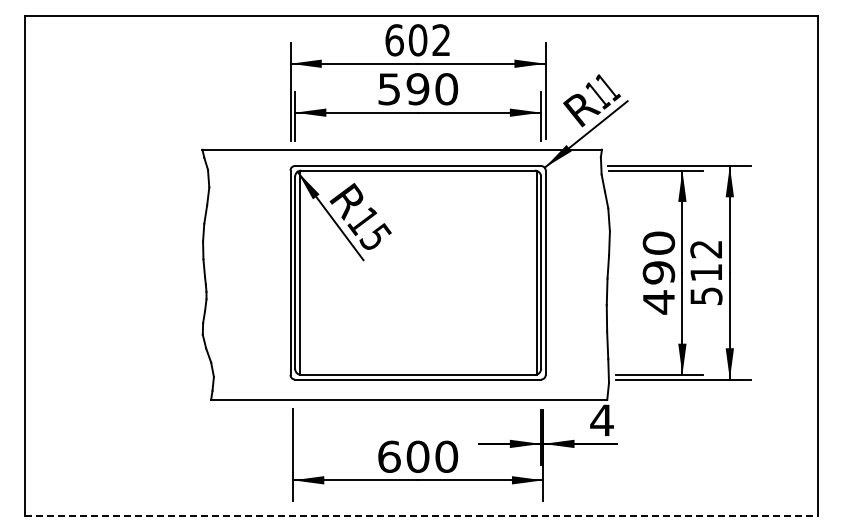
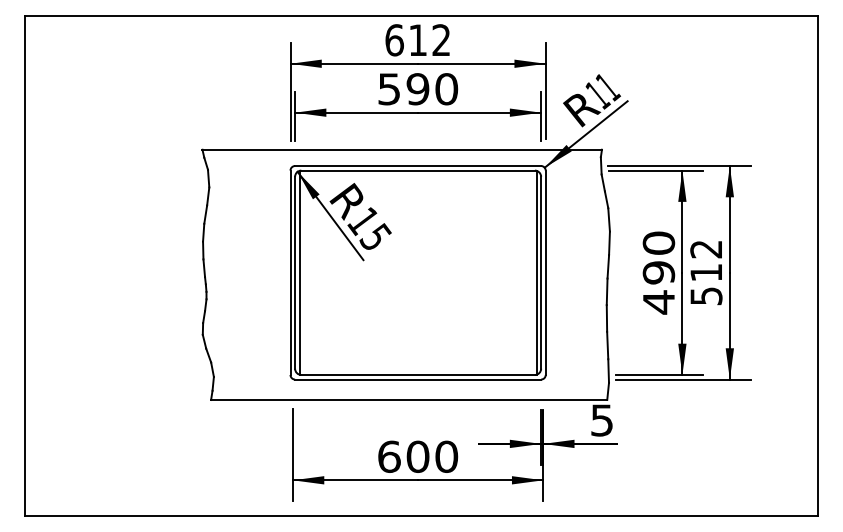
text at (417, 40): 602 -> 612
text at (601, 420): 4 -> 5
line at (421, 516): dashed -> solid
